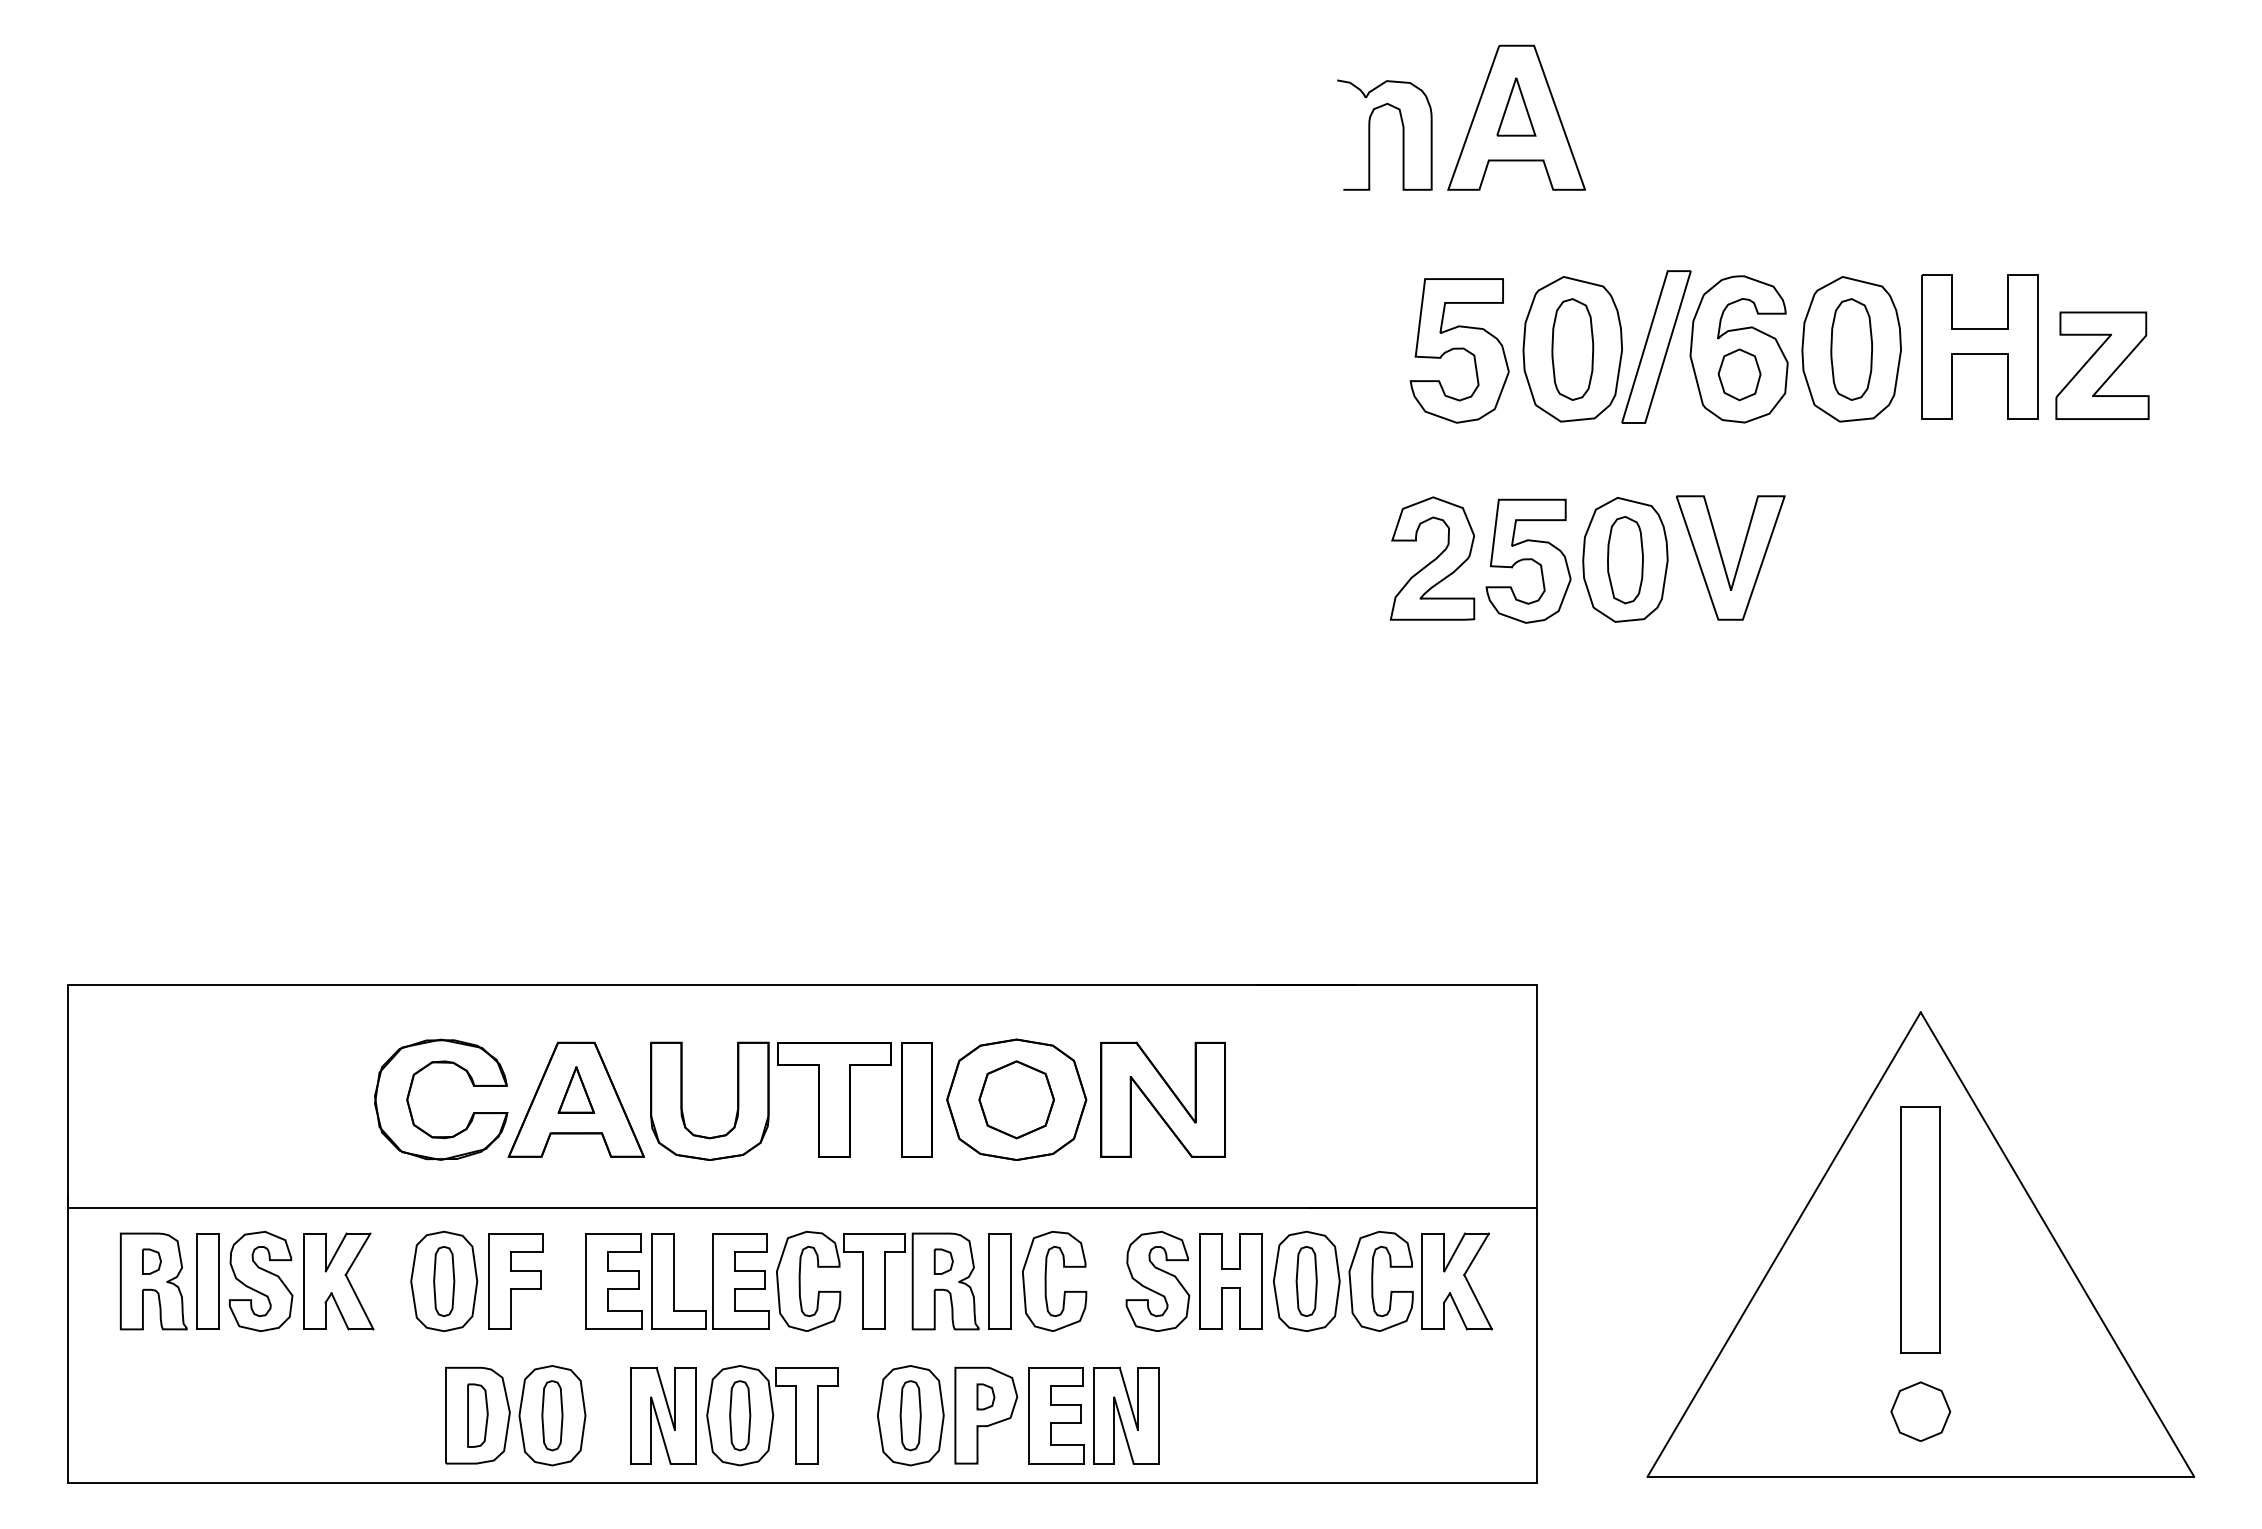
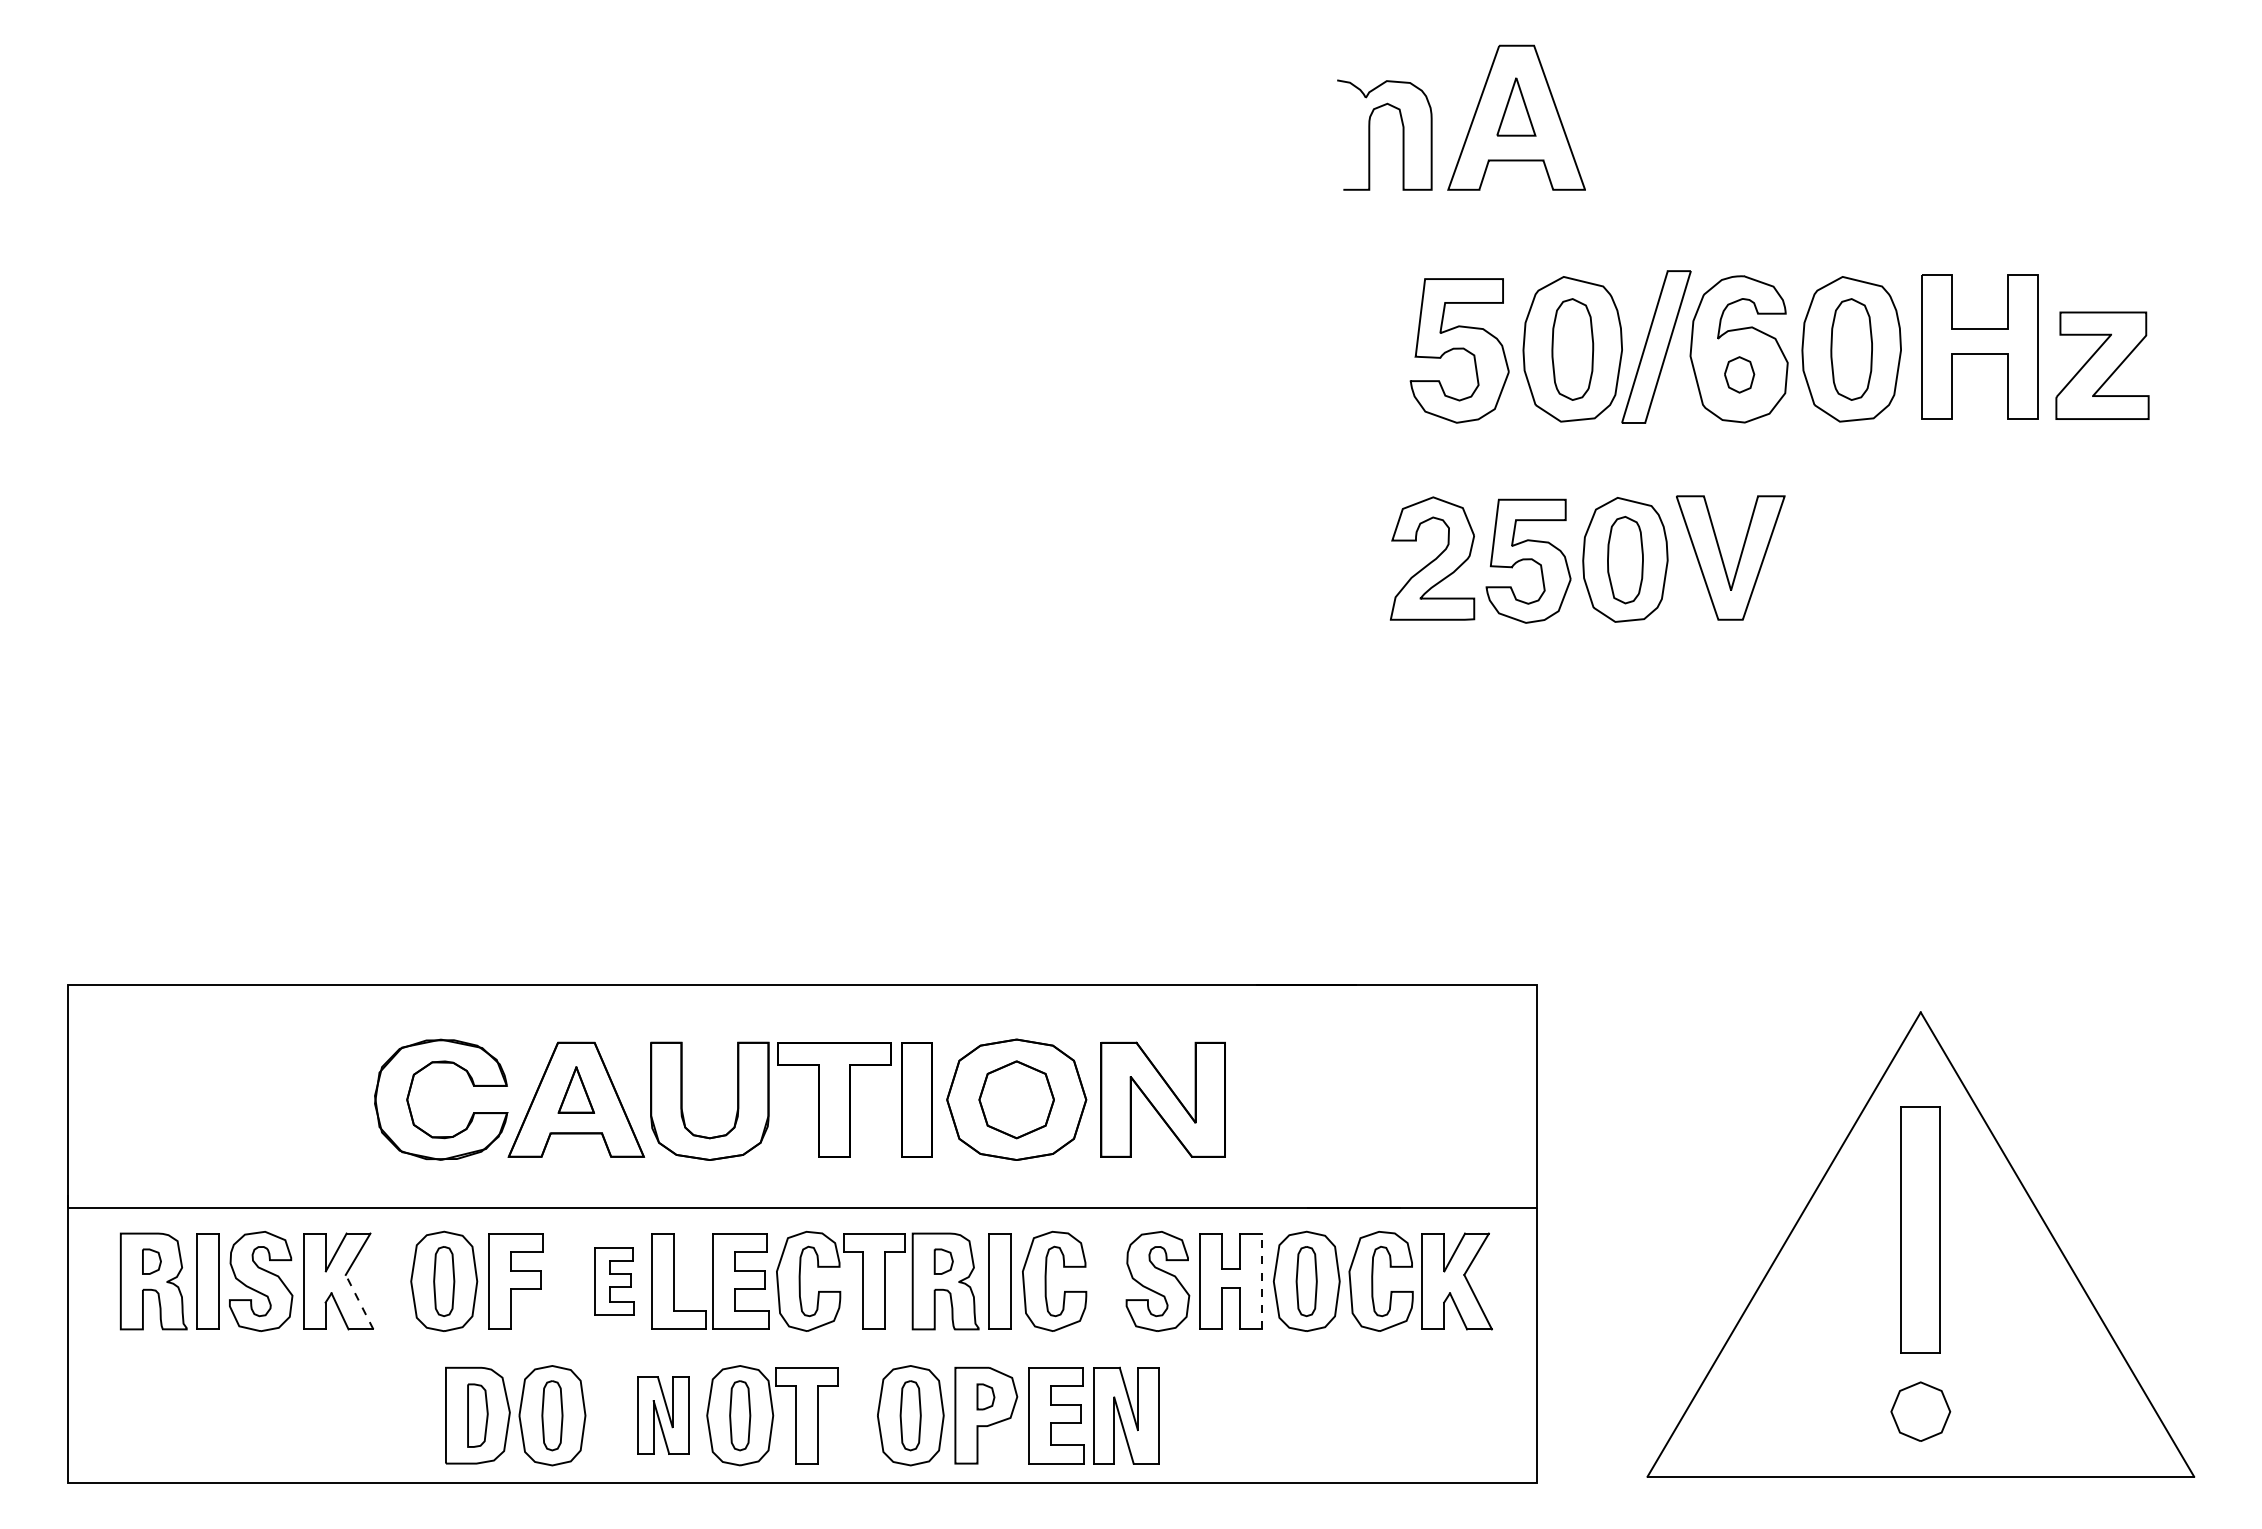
part at (1739, 374) size: 45x54 px -> 32x38 px
part at (613, 1281) size: 58x97 px -> 41x69 px
line at (1262, 1281): solid -> dashed
line at (359, 1302): solid -> dashed
part at (663, 1415) size: 67x99 px -> 53x79 px
